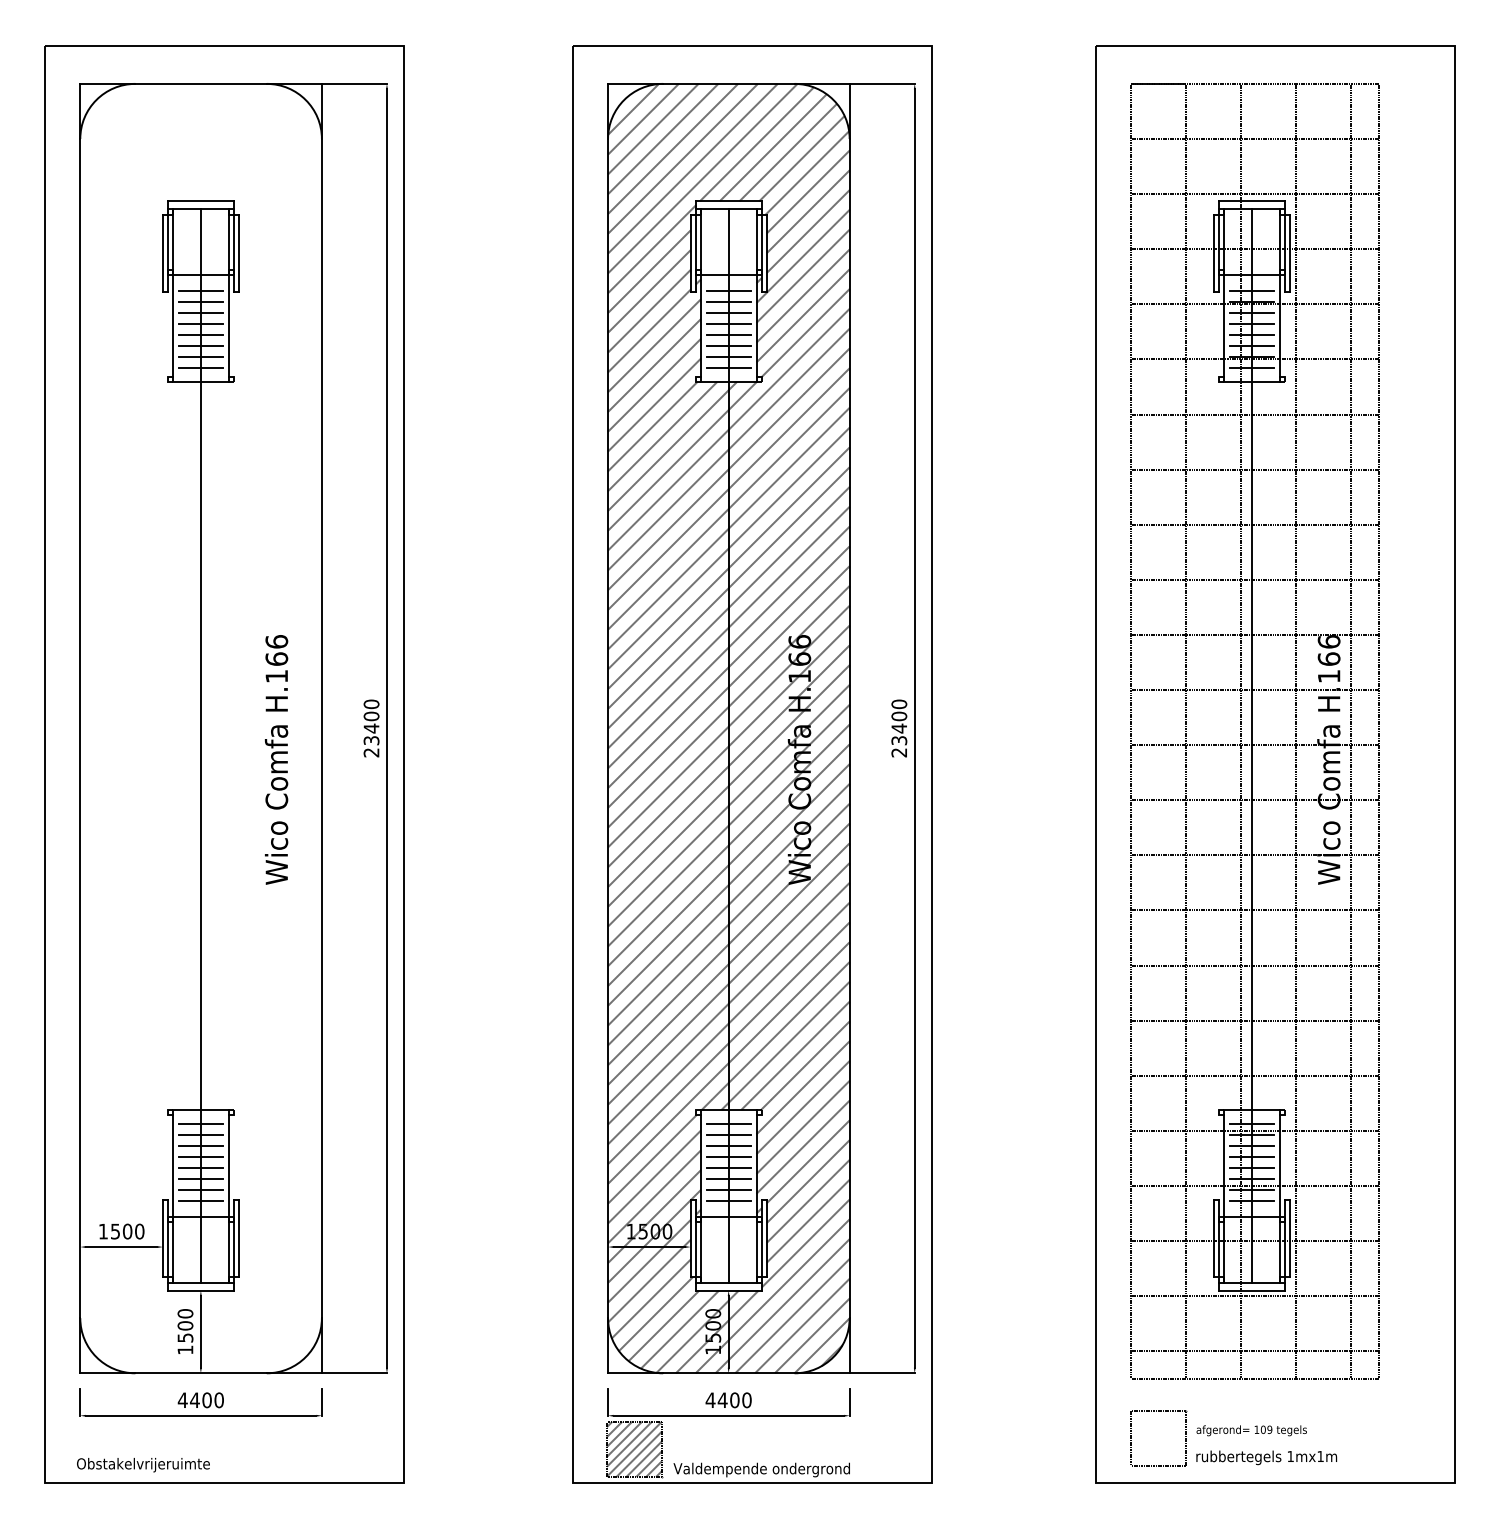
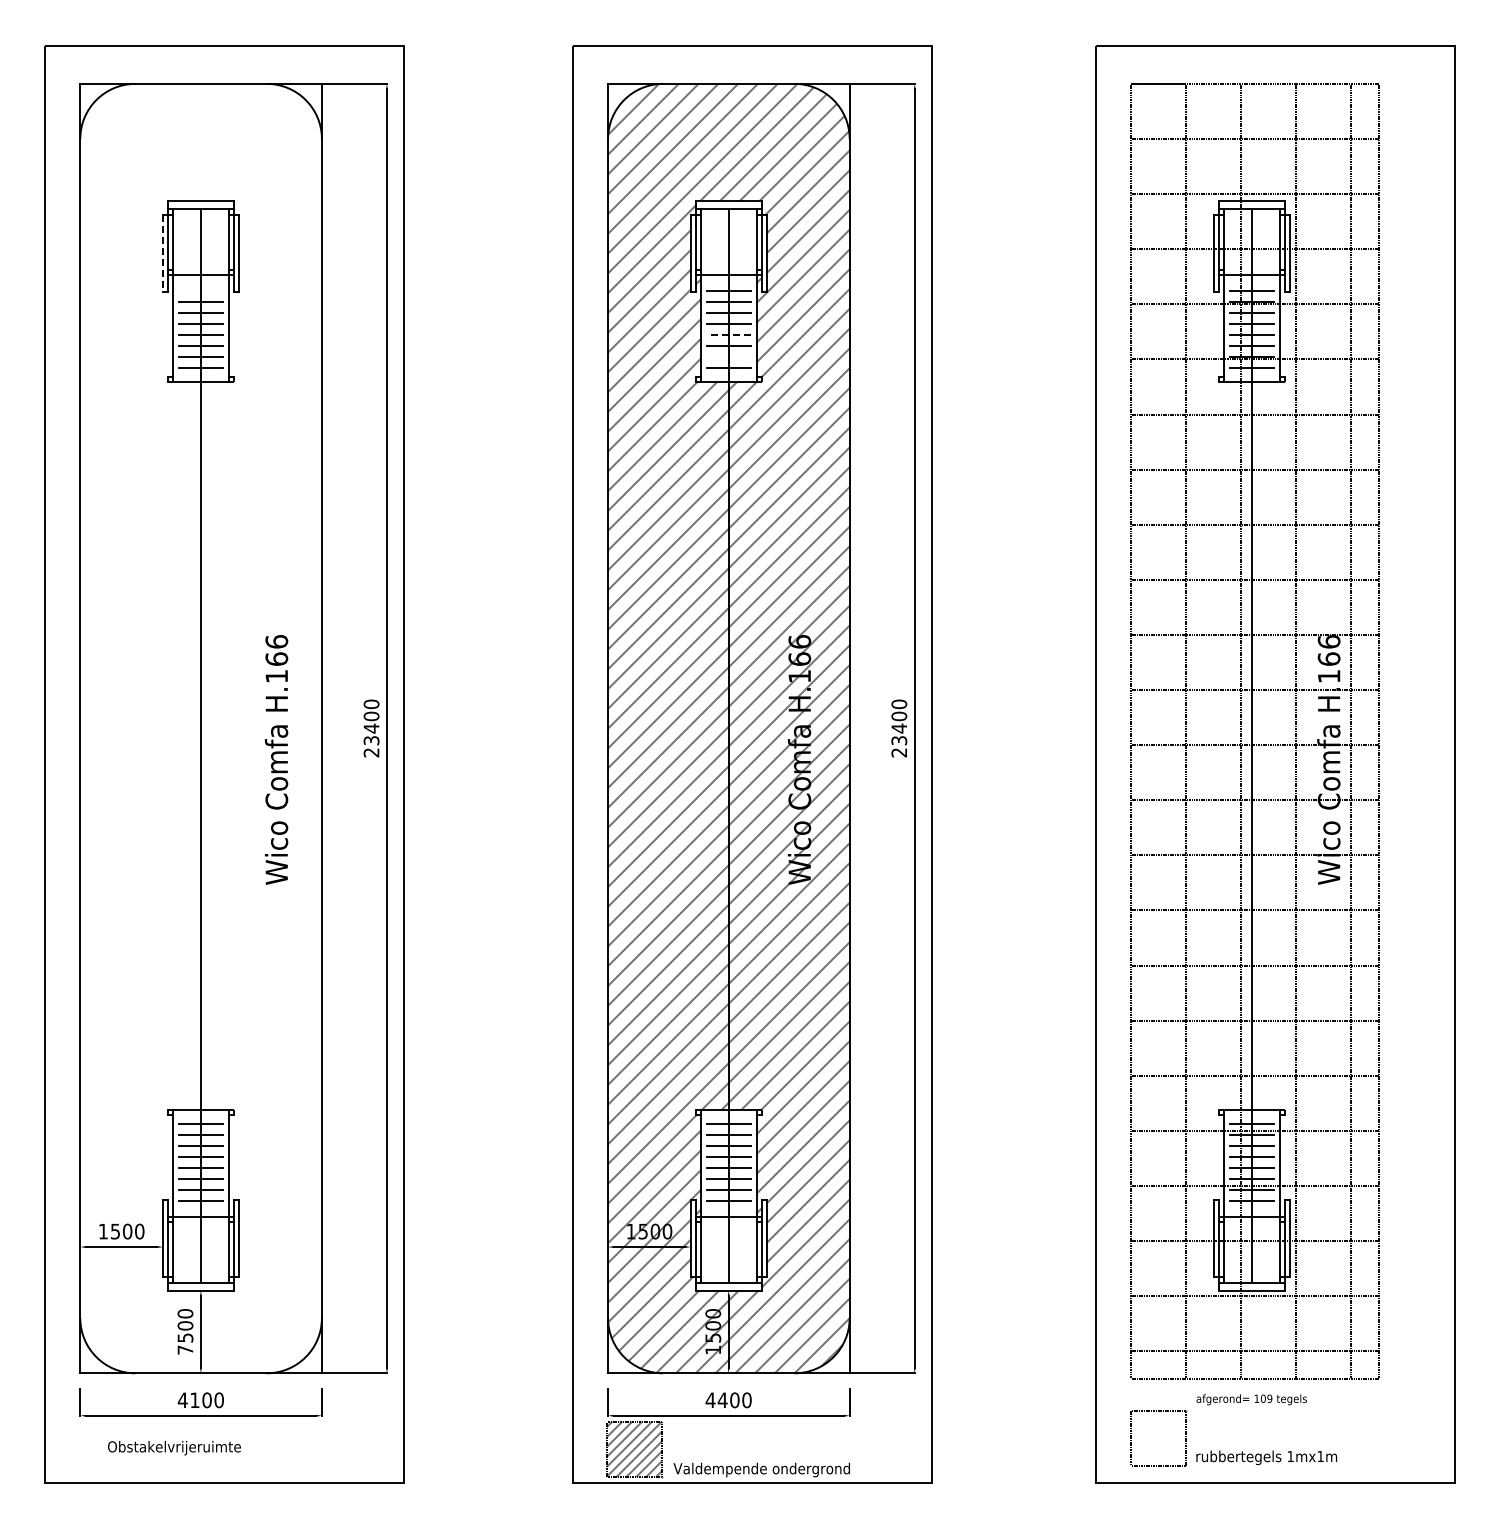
line at (162, 253): solid -> dashed
line at (200, 290): present -> none
line at (728, 334): solid -> dashed
line at (728, 356): present -> none
text at (185, 1349): 1500 -> 7500
text at (194, 1399): 4400 -> 4100
text at (1251, 1430) position: (1251, 1430) -> (1251, 1399)
text at (143, 1465) position: (143, 1465) -> (174, 1448)
